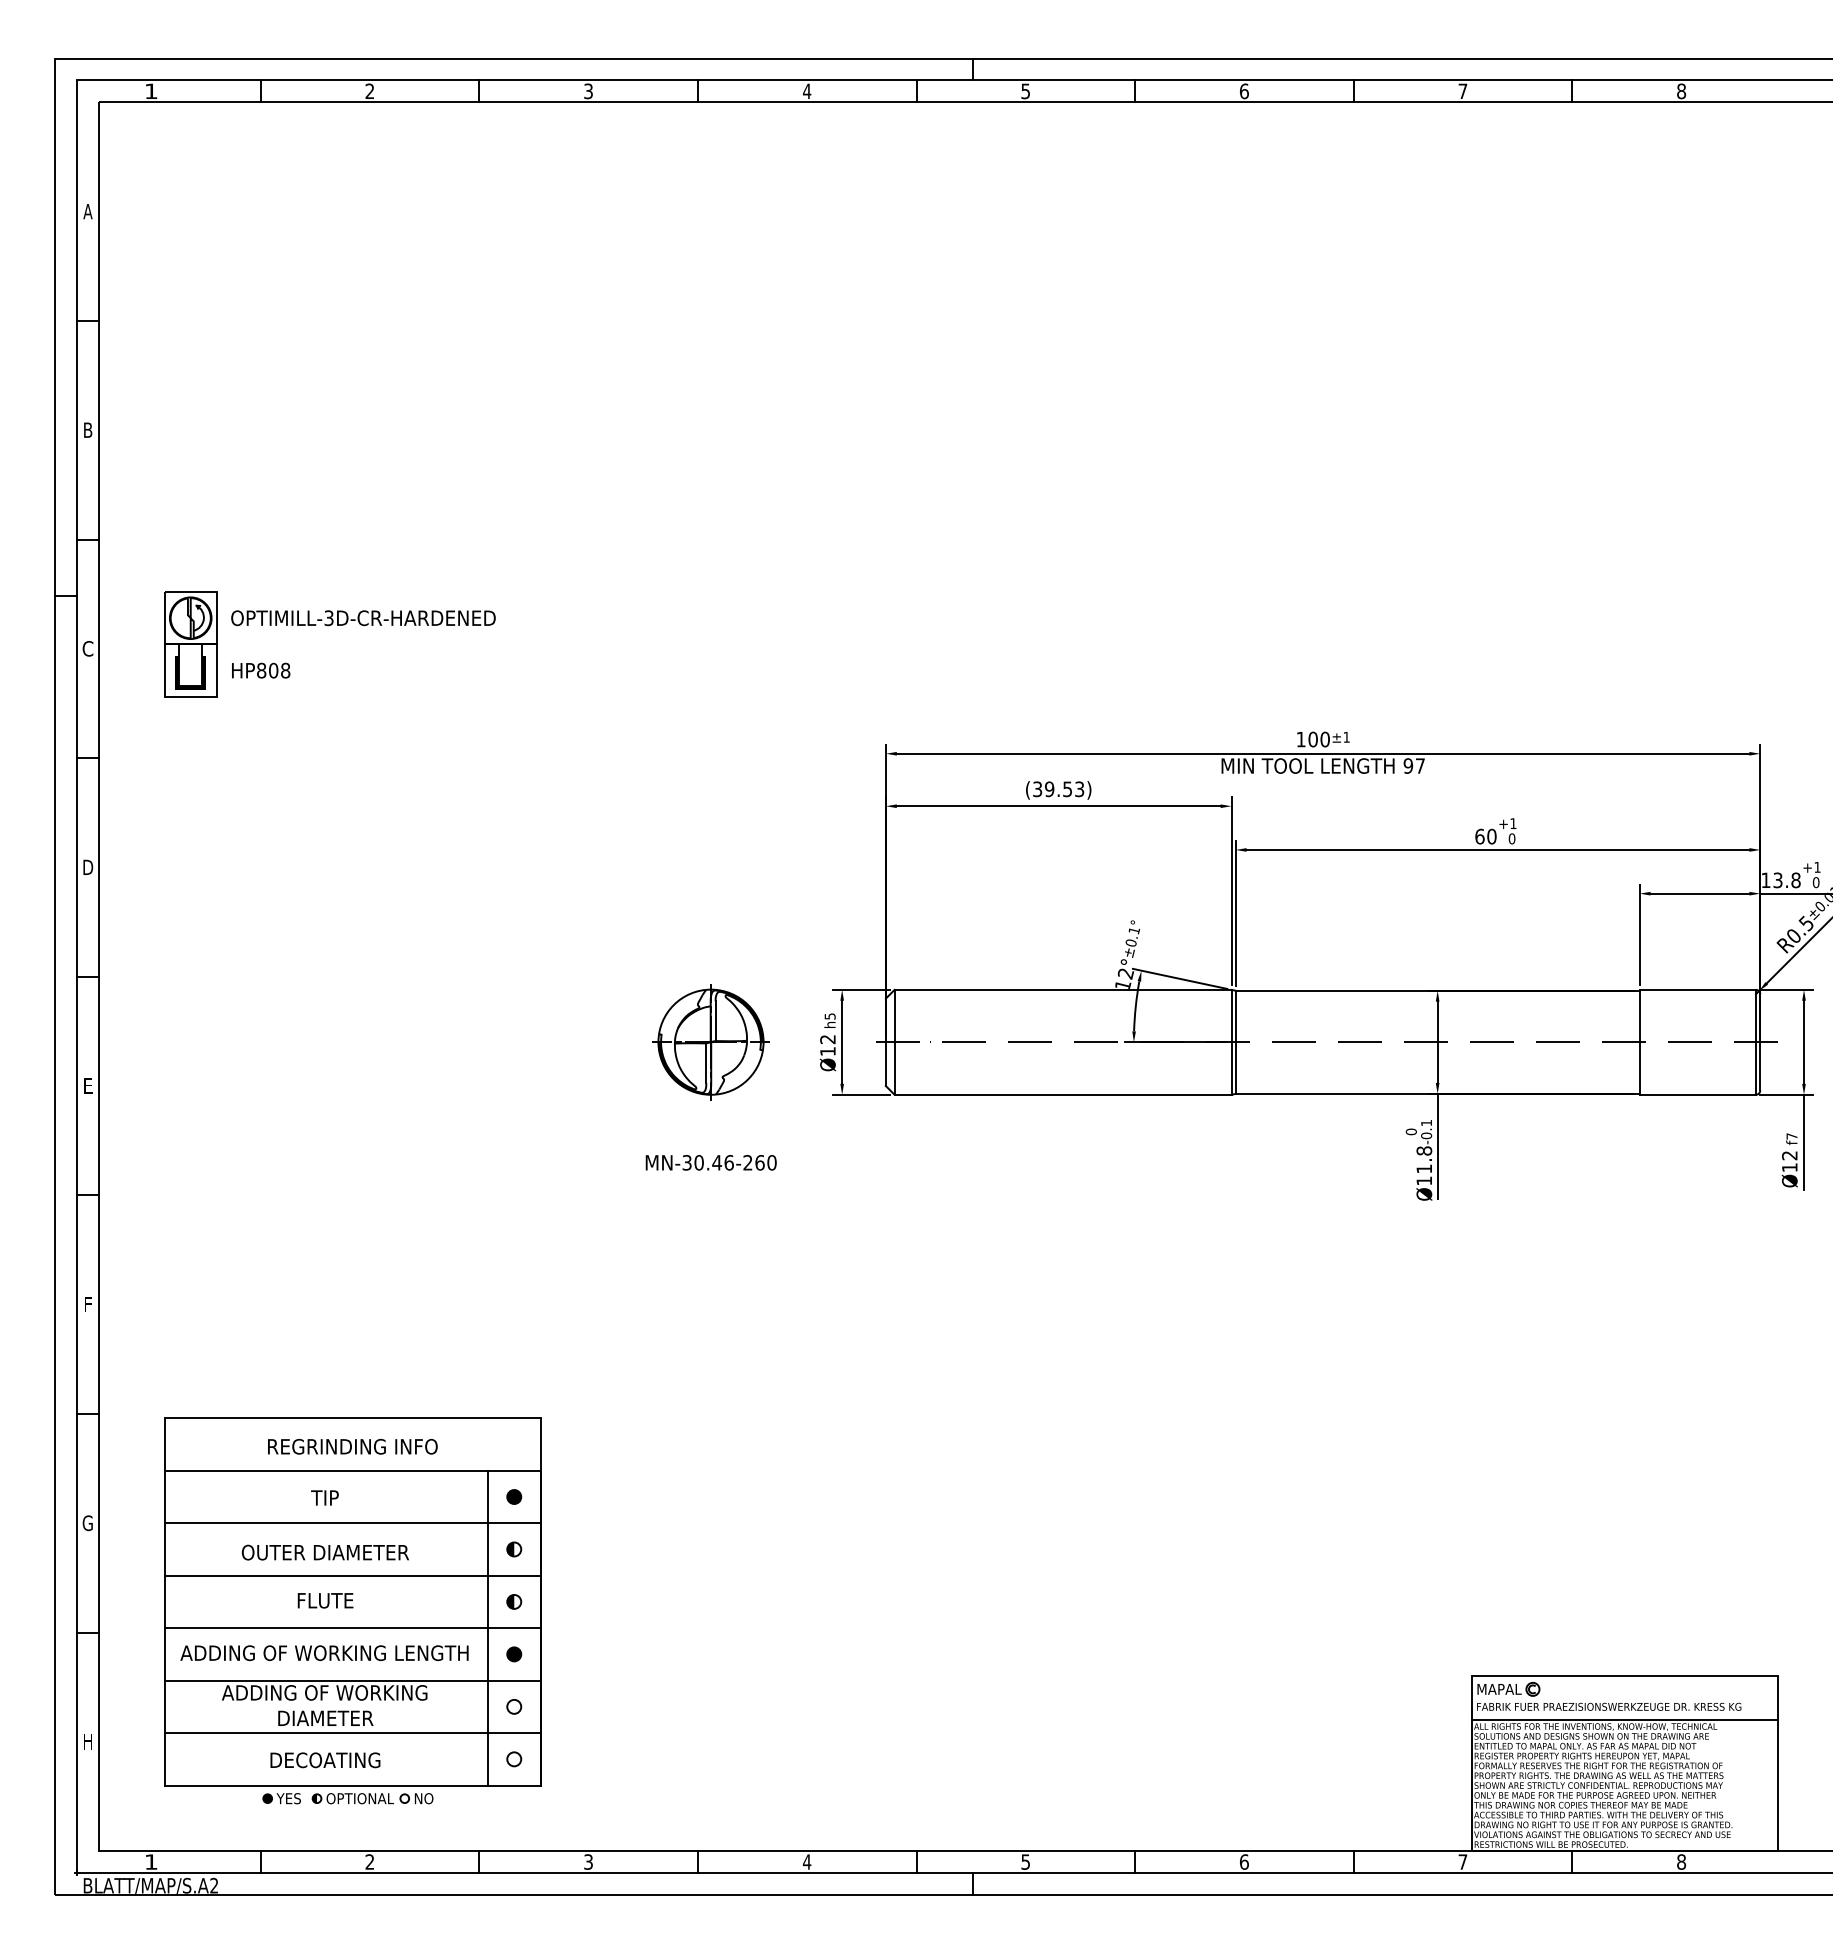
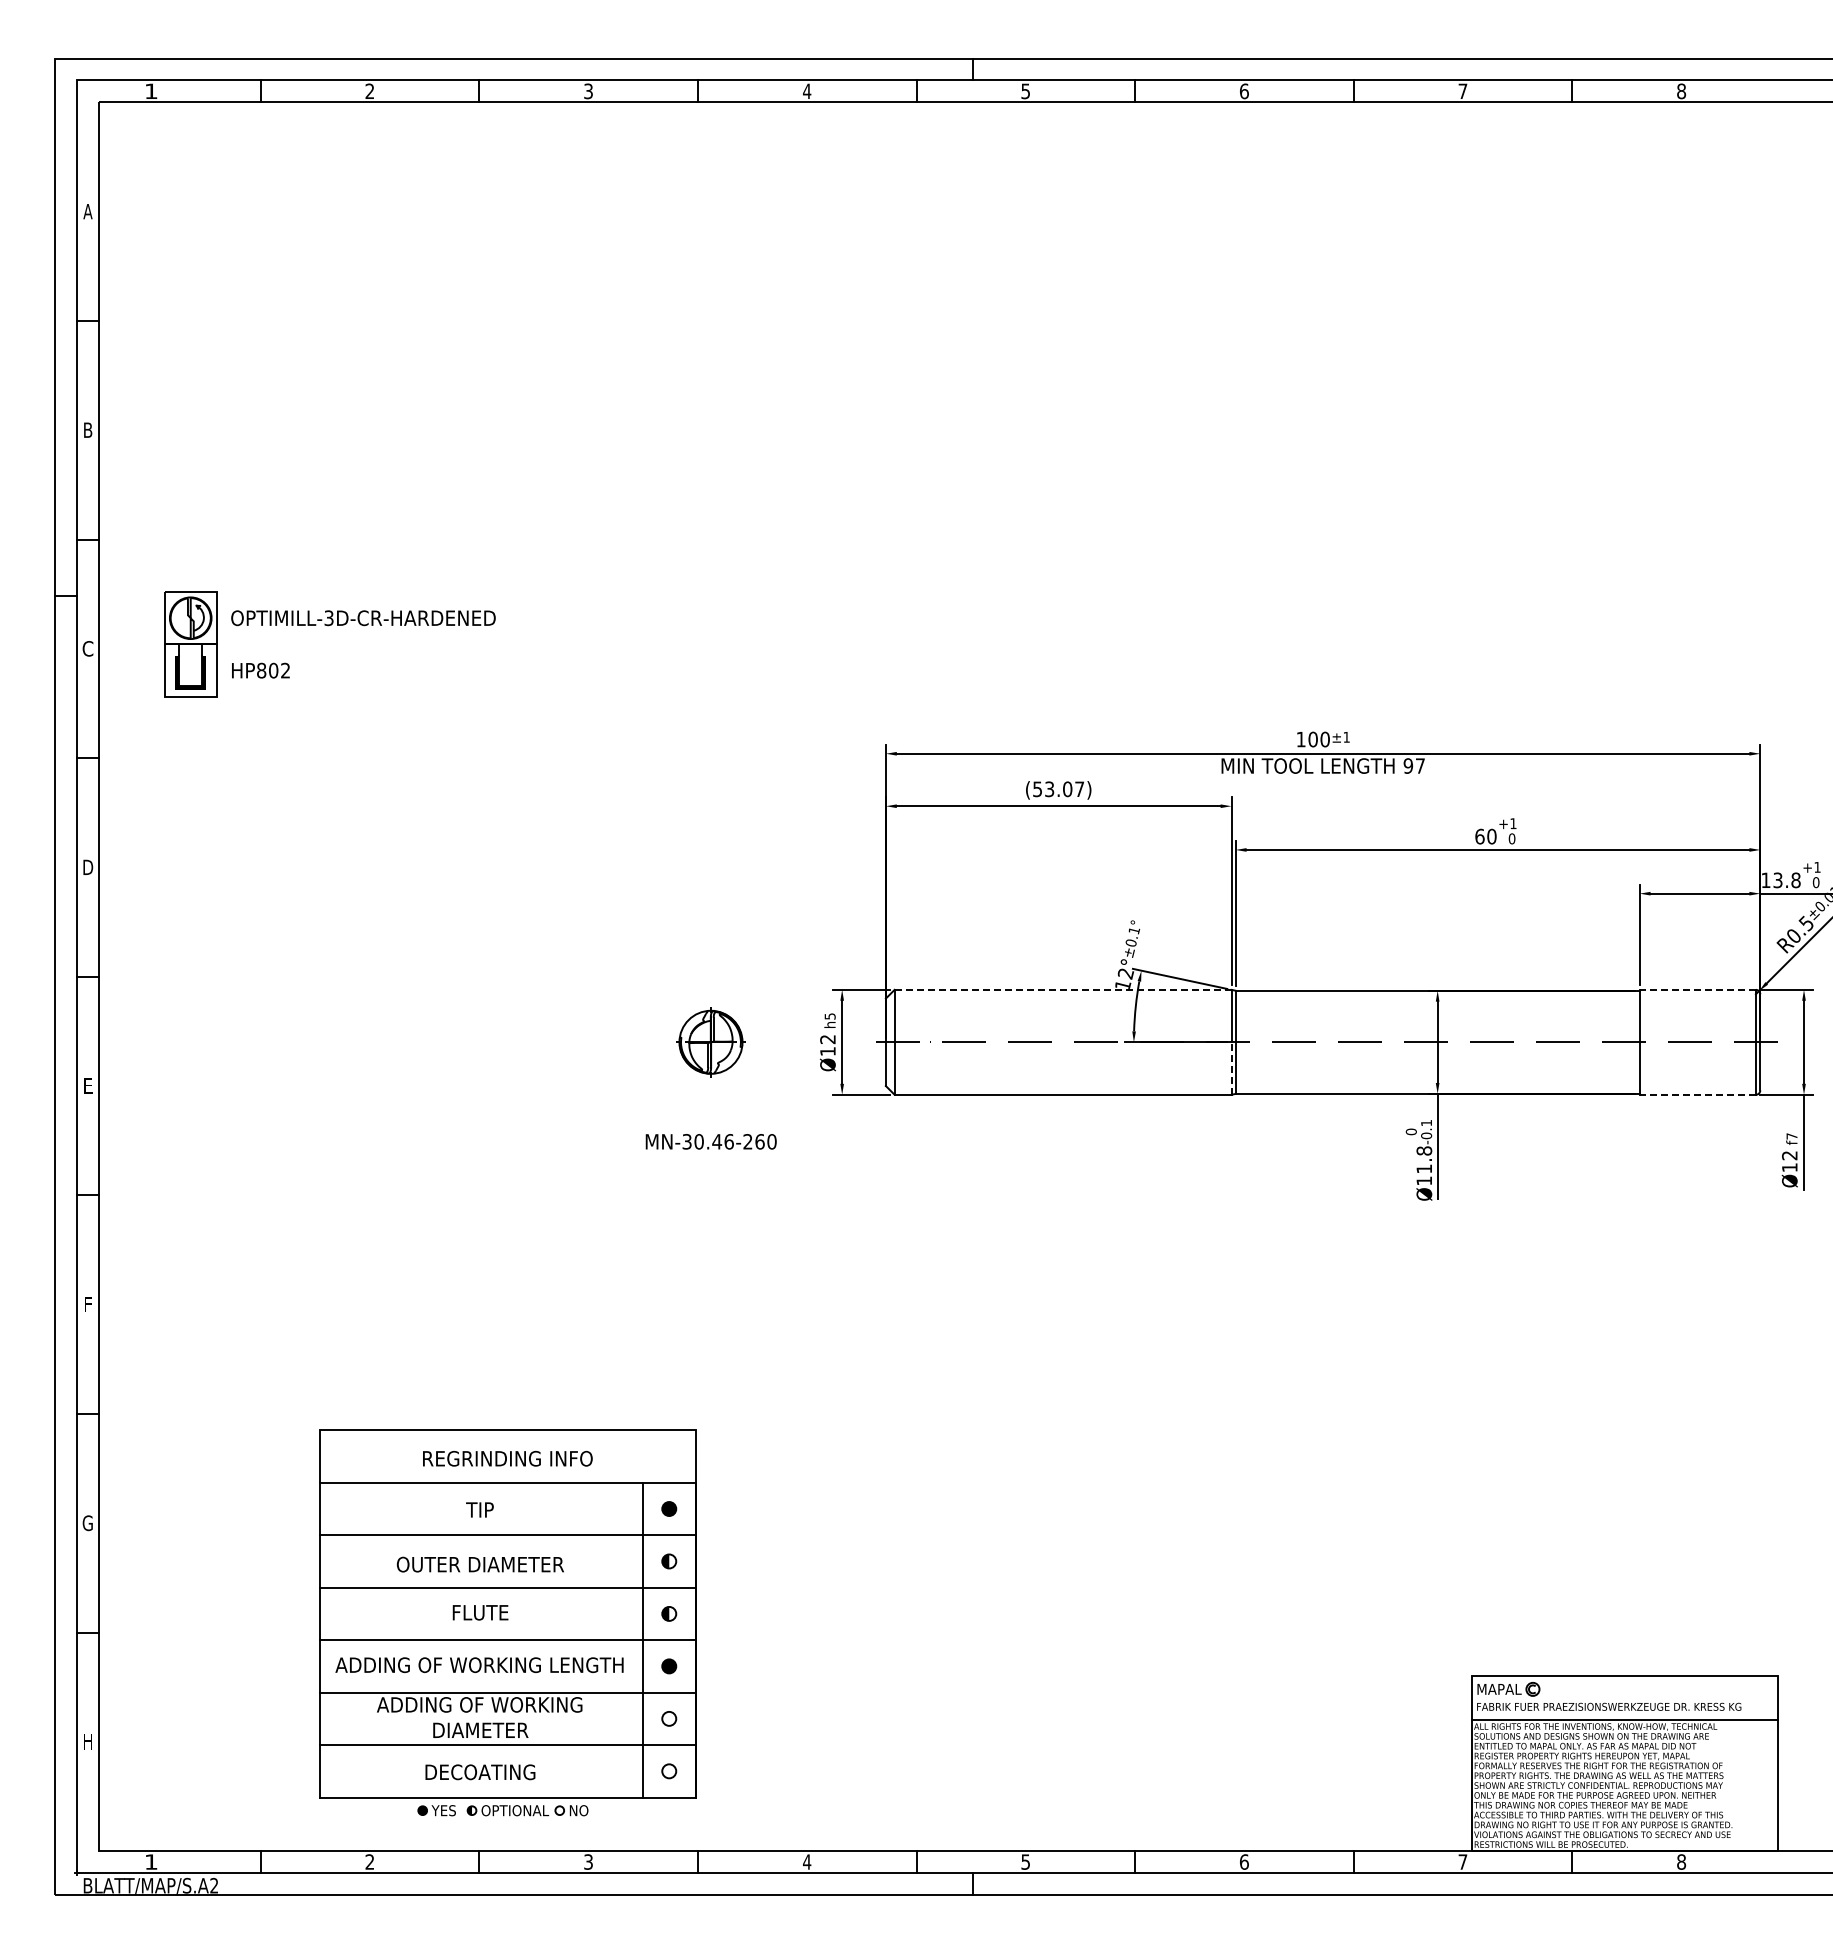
text at (285, 670): HP808 -> HP802
text at (1058, 789): (39.53) -> (53.07)
line at (1063, 989): solid -> dashed
line at (1697, 989): solid -> dashed
part at (710, 1042) size: 118x117 px -> 70x71 px
line at (1231, 1068): solid -> dashed
line at (1697, 1094): solid -> dashed
text at (710, 1162) position: (710, 1162) -> (710, 1141)
part at (352, 1610) position: (352, 1610) -> (507, 1622)
